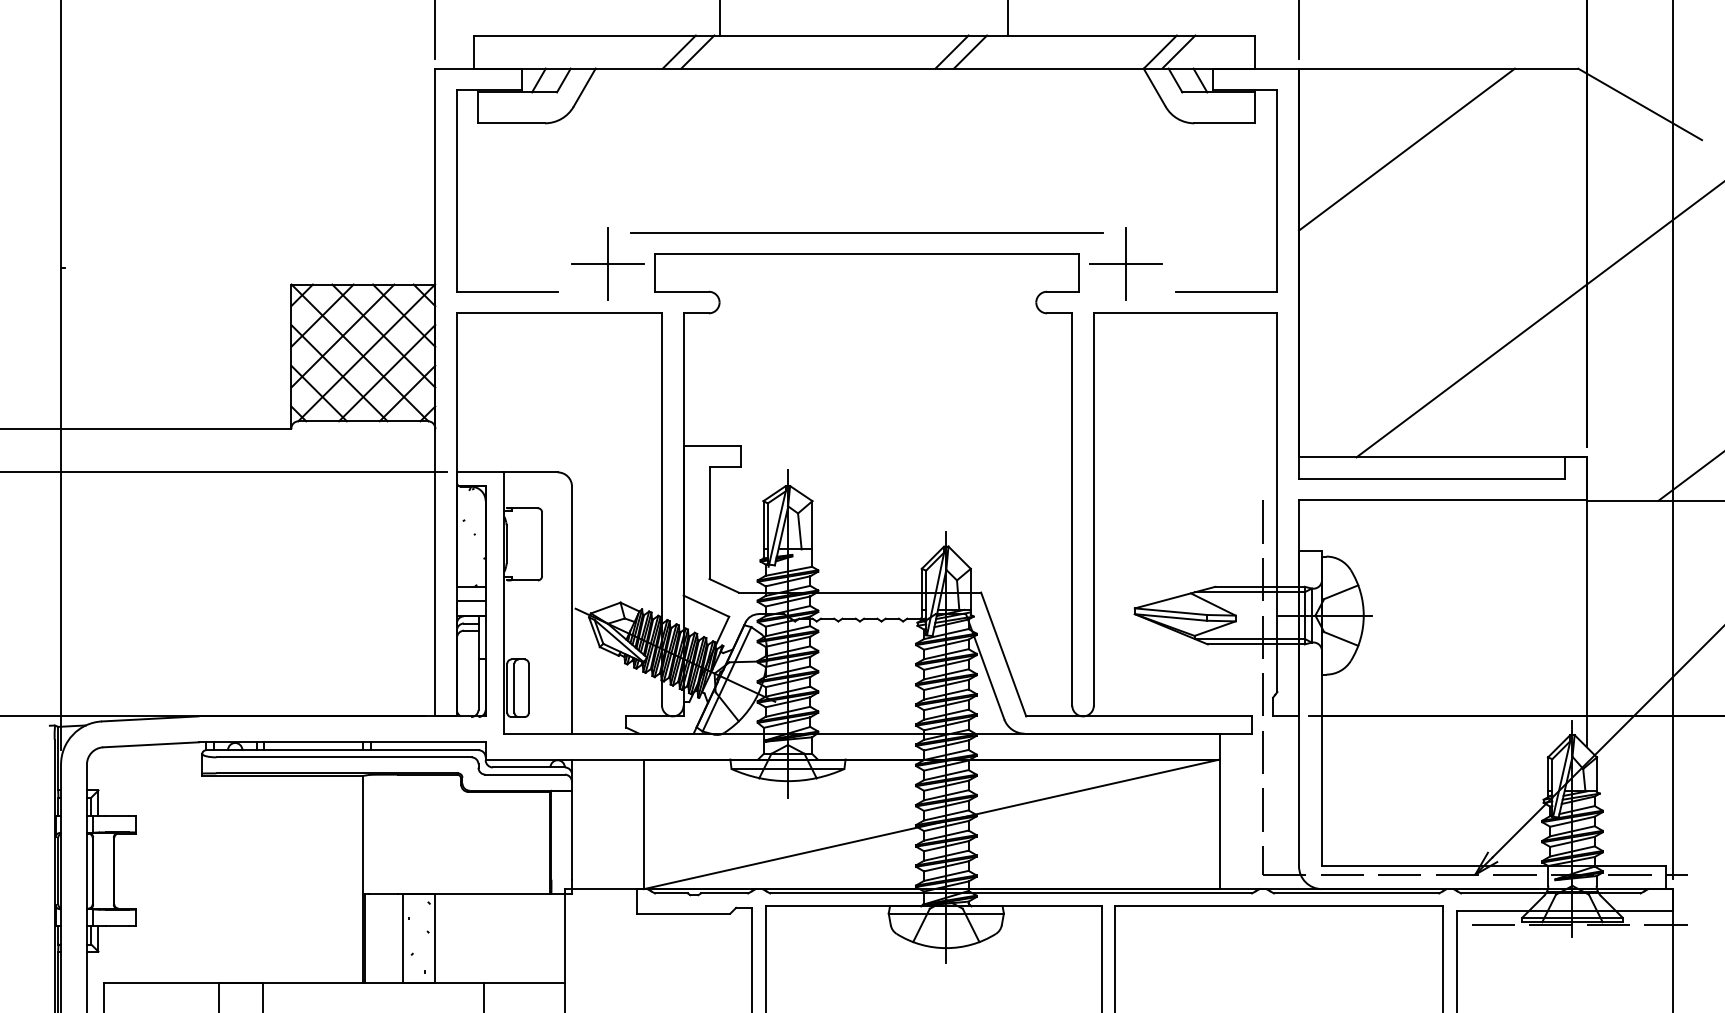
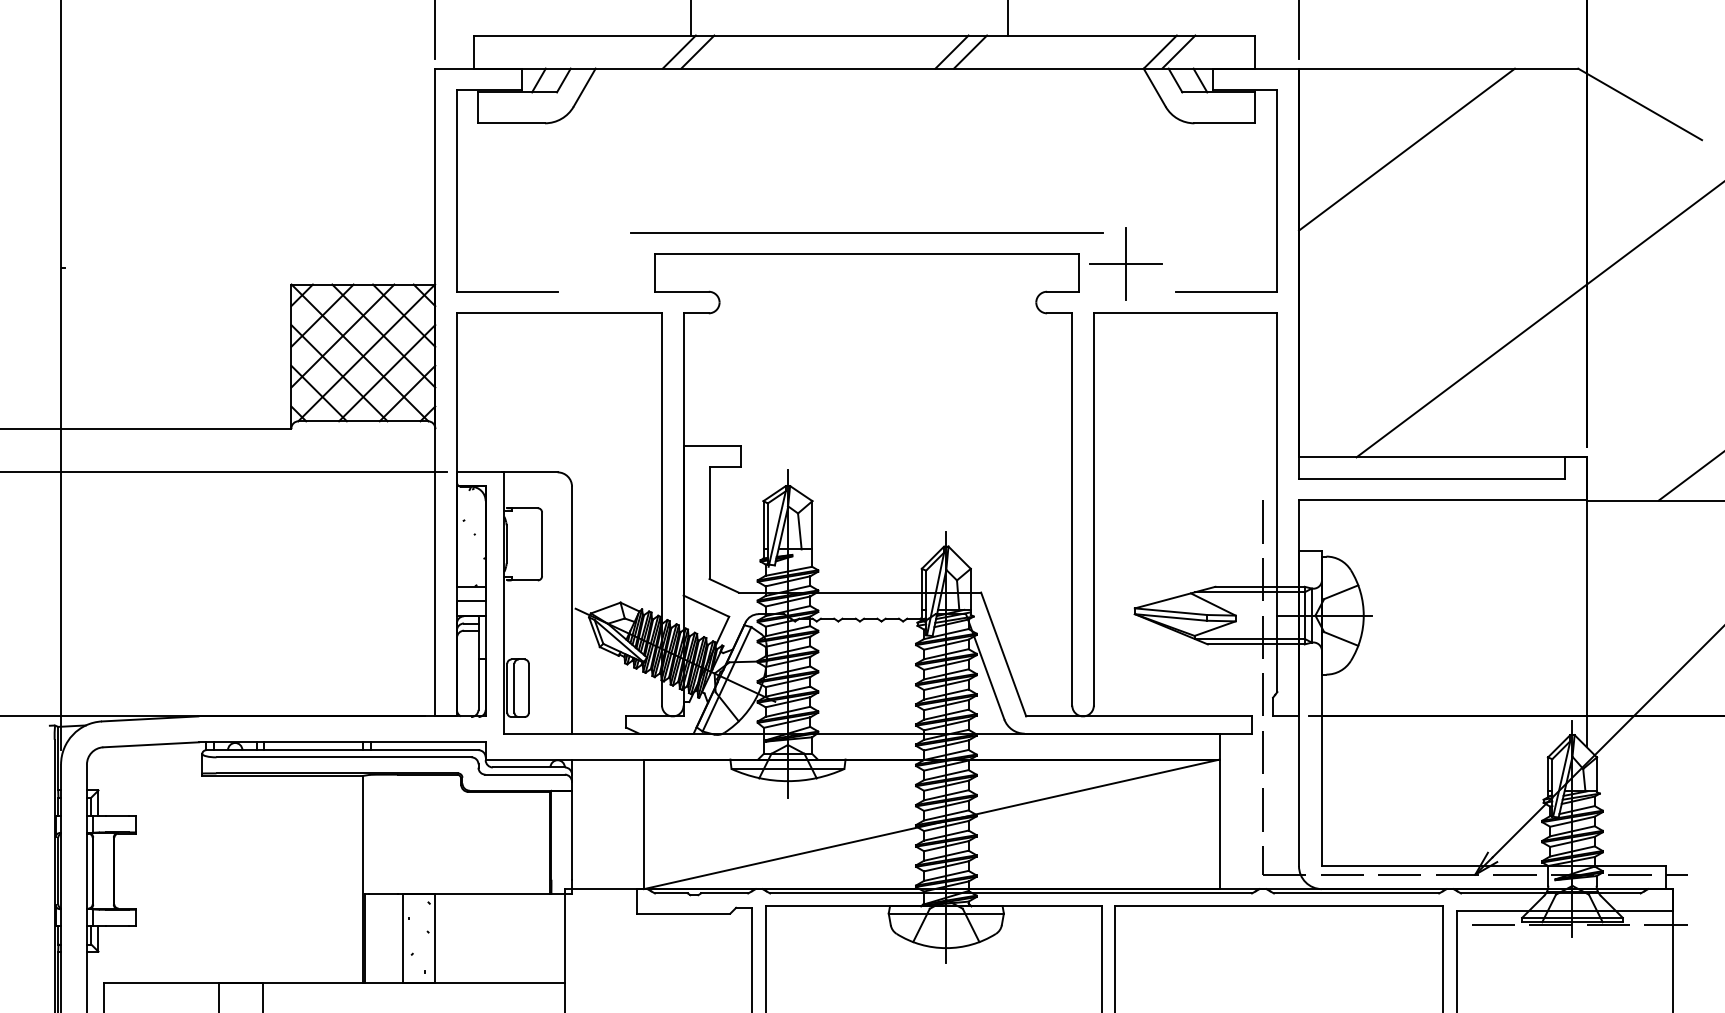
line at (720, 18) position: (720, 18) -> (691, 18)
part at (607, 263): present -> none
line at (1673, 440): present -> none
line at (484, 995): present -> none
